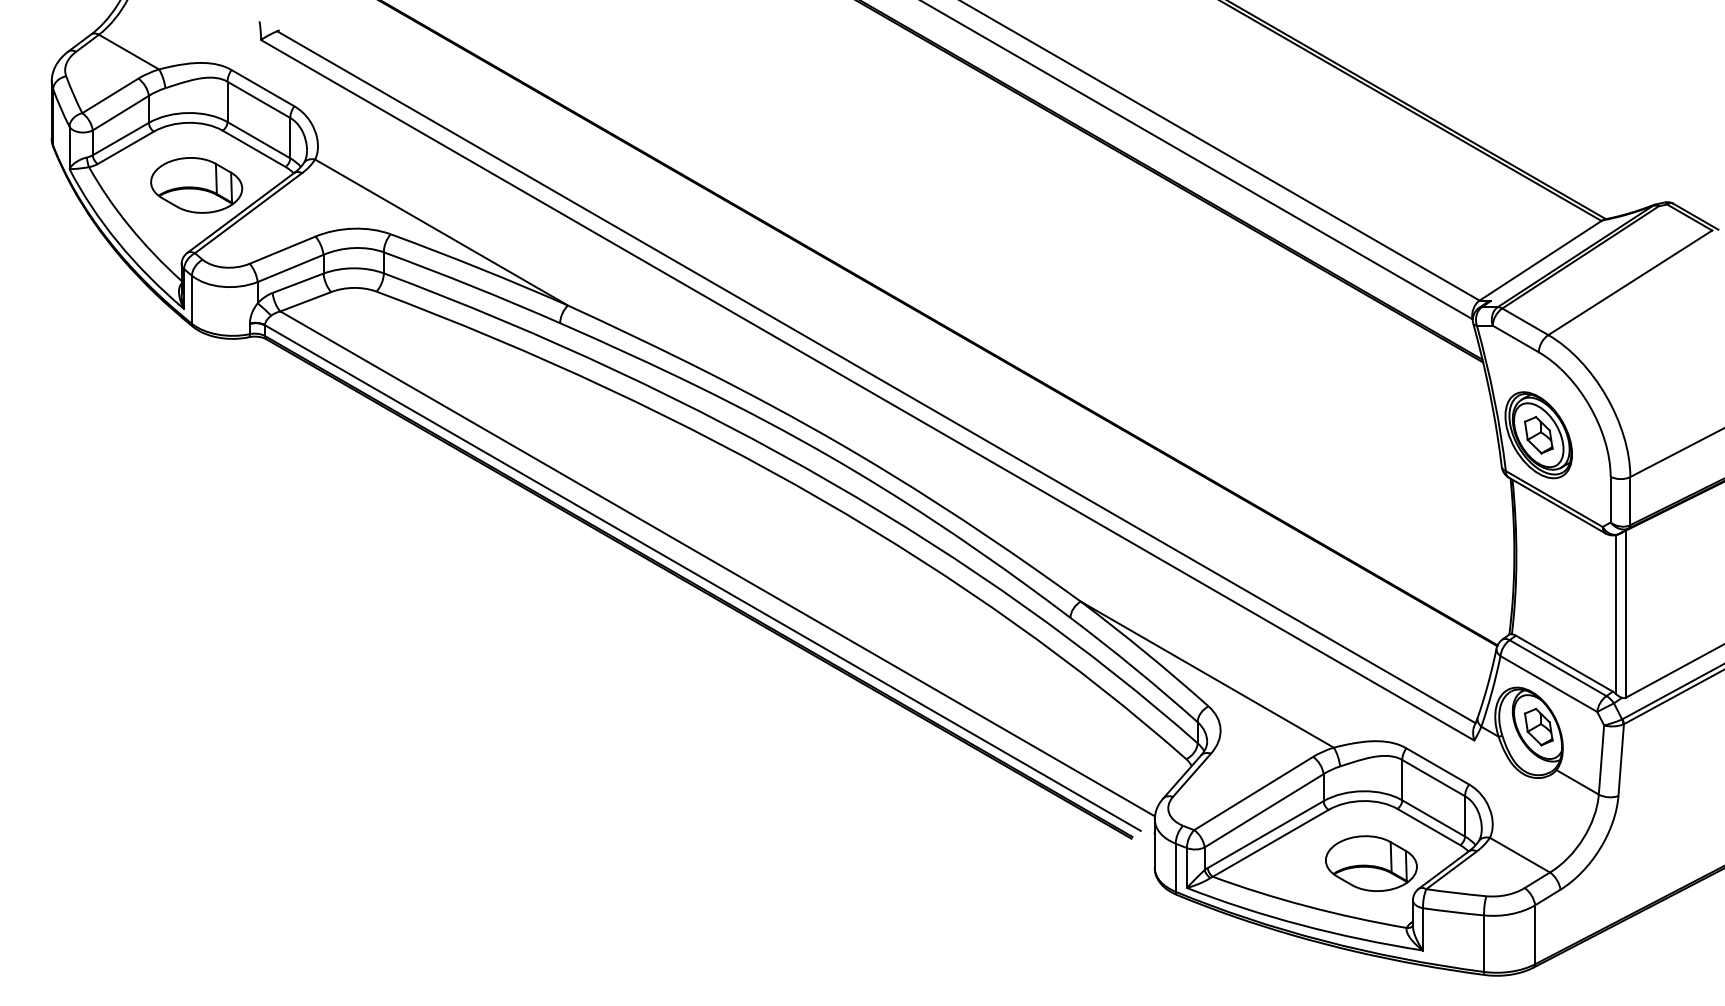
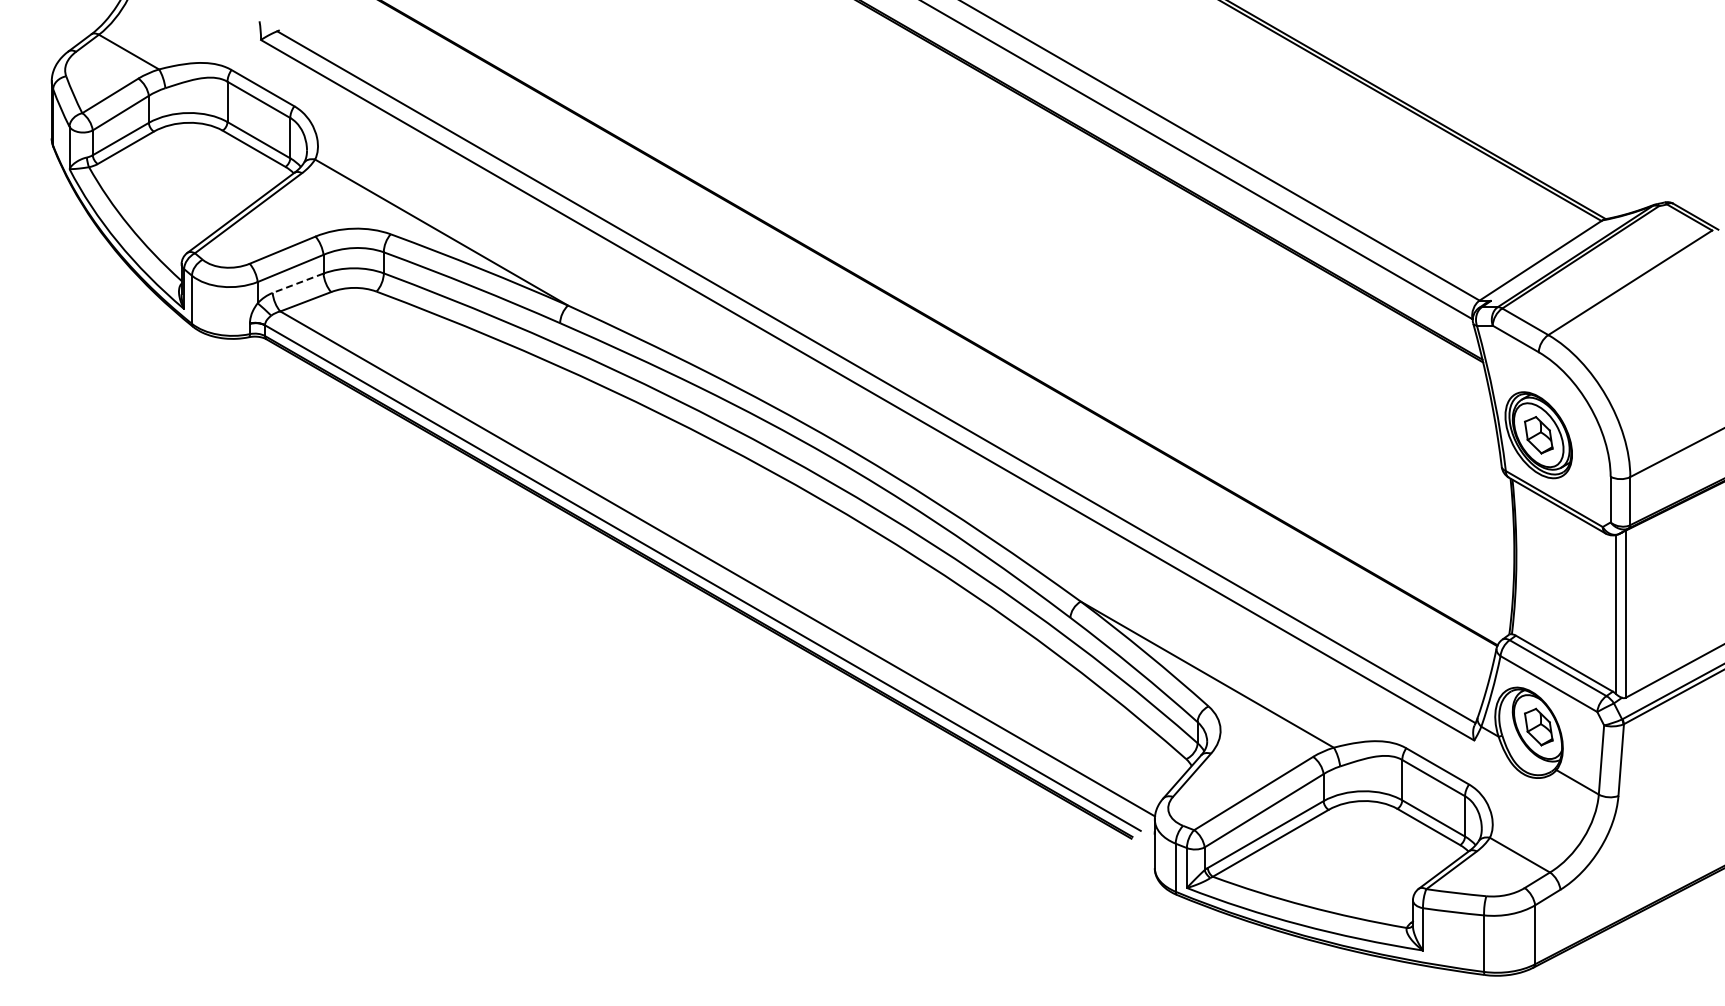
part at (196, 185): present -> none
line at (297, 283): solid -> dashed
part at (1371, 863): present -> none
